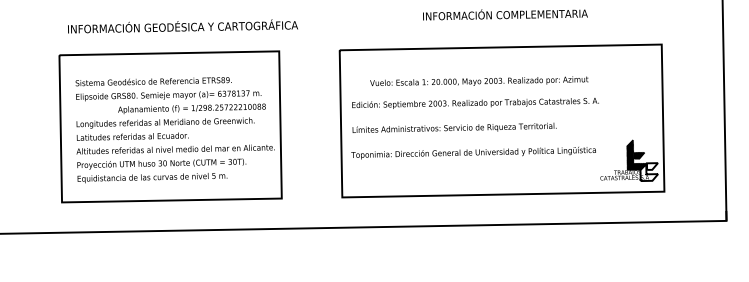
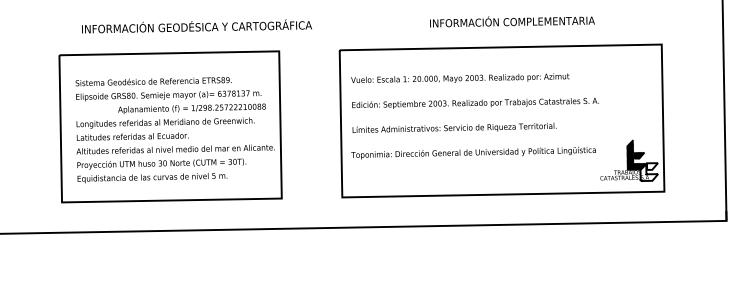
text at (505, 14) position: (505, 14) -> (512, 21)
text at (182, 26) position: (182, 26) -> (196, 26)
text at (479, 80) position: (479, 80) -> (460, 77)
